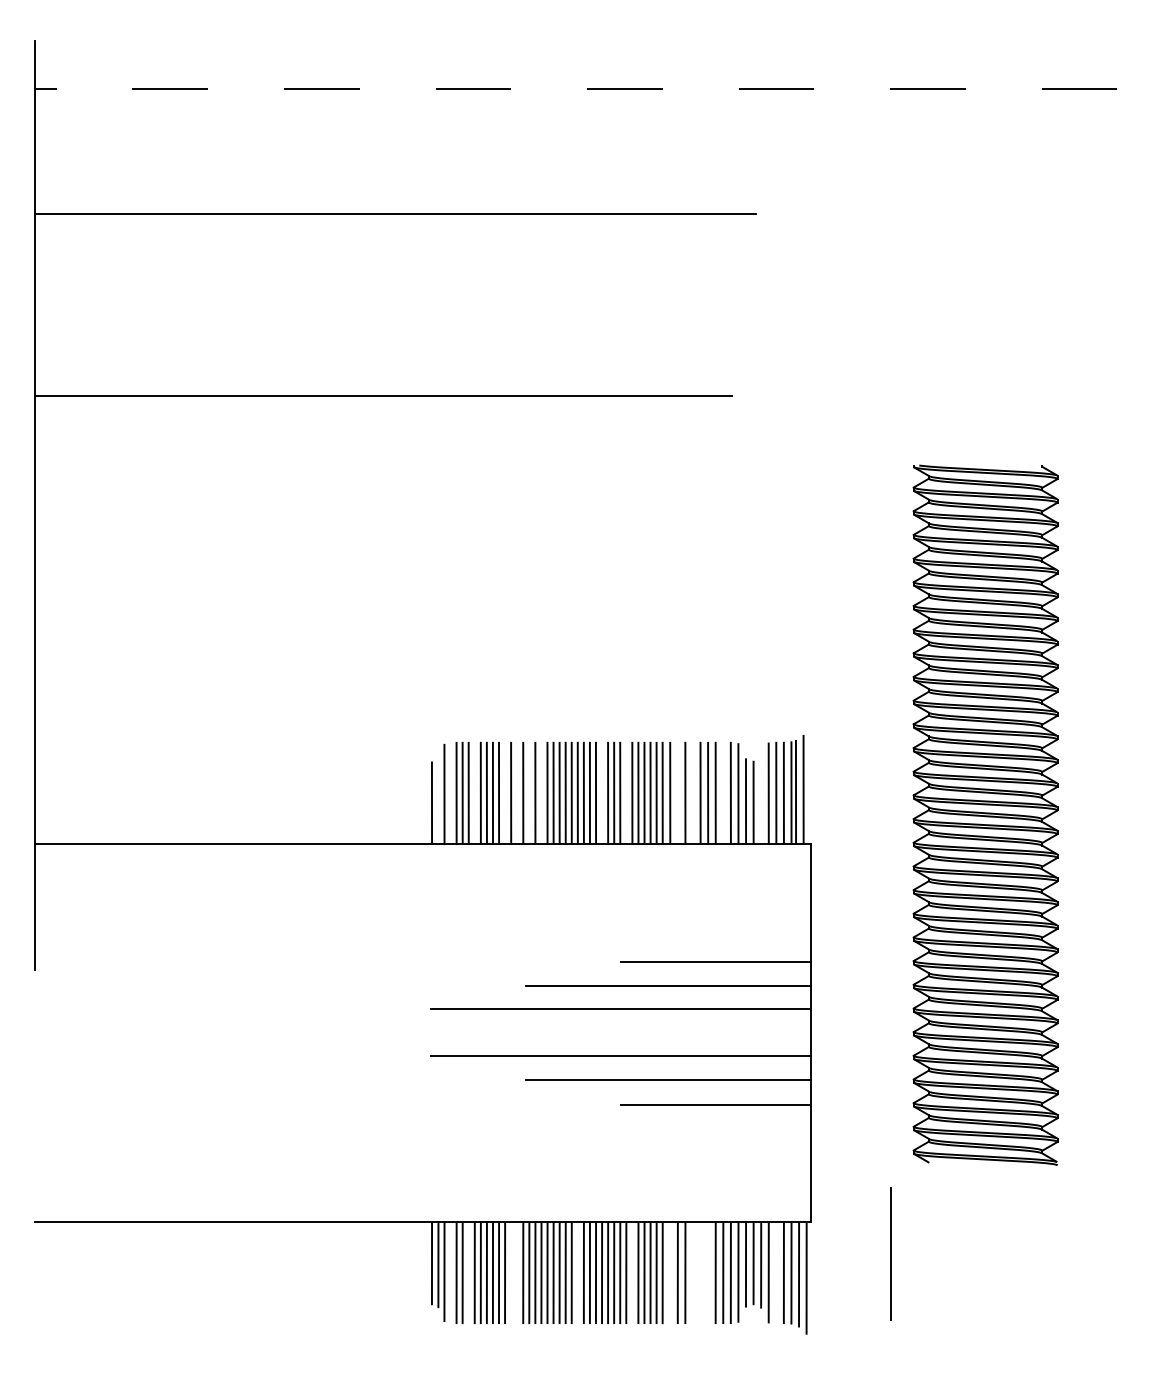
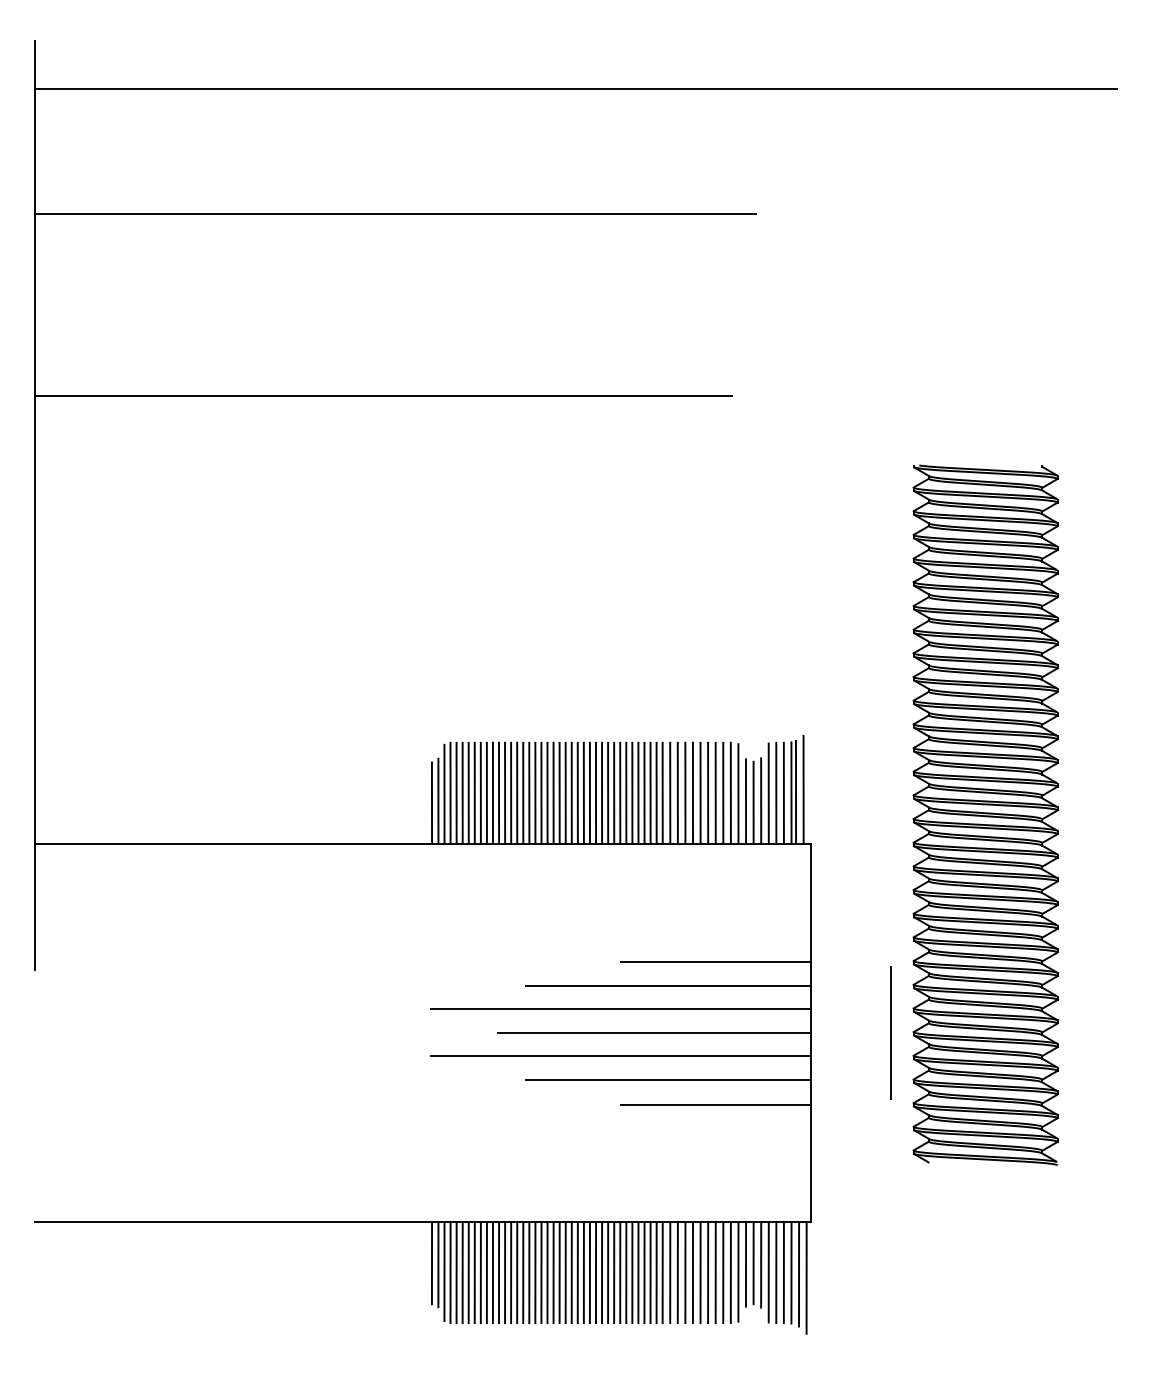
line at (575, 89): dashed -> solid
line at (626, 792): none -> present
line at (677, 792): none -> present
line at (692, 792): none -> present
line at (723, 792): none -> present
line at (450, 793): none -> present
line at (474, 793): none -> present
line at (505, 793): none -> present
line at (517, 793): none -> present
line at (529, 793): none -> present
line at (541, 793): none -> present
line at (602, 793): none -> present
line at (761, 800): none -> present
line at (438, 801): none -> present
line at (653, 1032): none -> present
line at (890, 1253) position: (890, 1253) -> (890, 1032)
line at (450, 1272): none -> present
line at (468, 1272): none -> present
line at (511, 1272): none -> present
line at (517, 1272): none -> present
line at (577, 1272): none -> present
line at (632, 1272): none -> present
line at (670, 1272): none -> present
line at (692, 1272): none -> present
line at (700, 1272): none -> present
line at (708, 1272): none -> present
line at (776, 1272): none -> present
